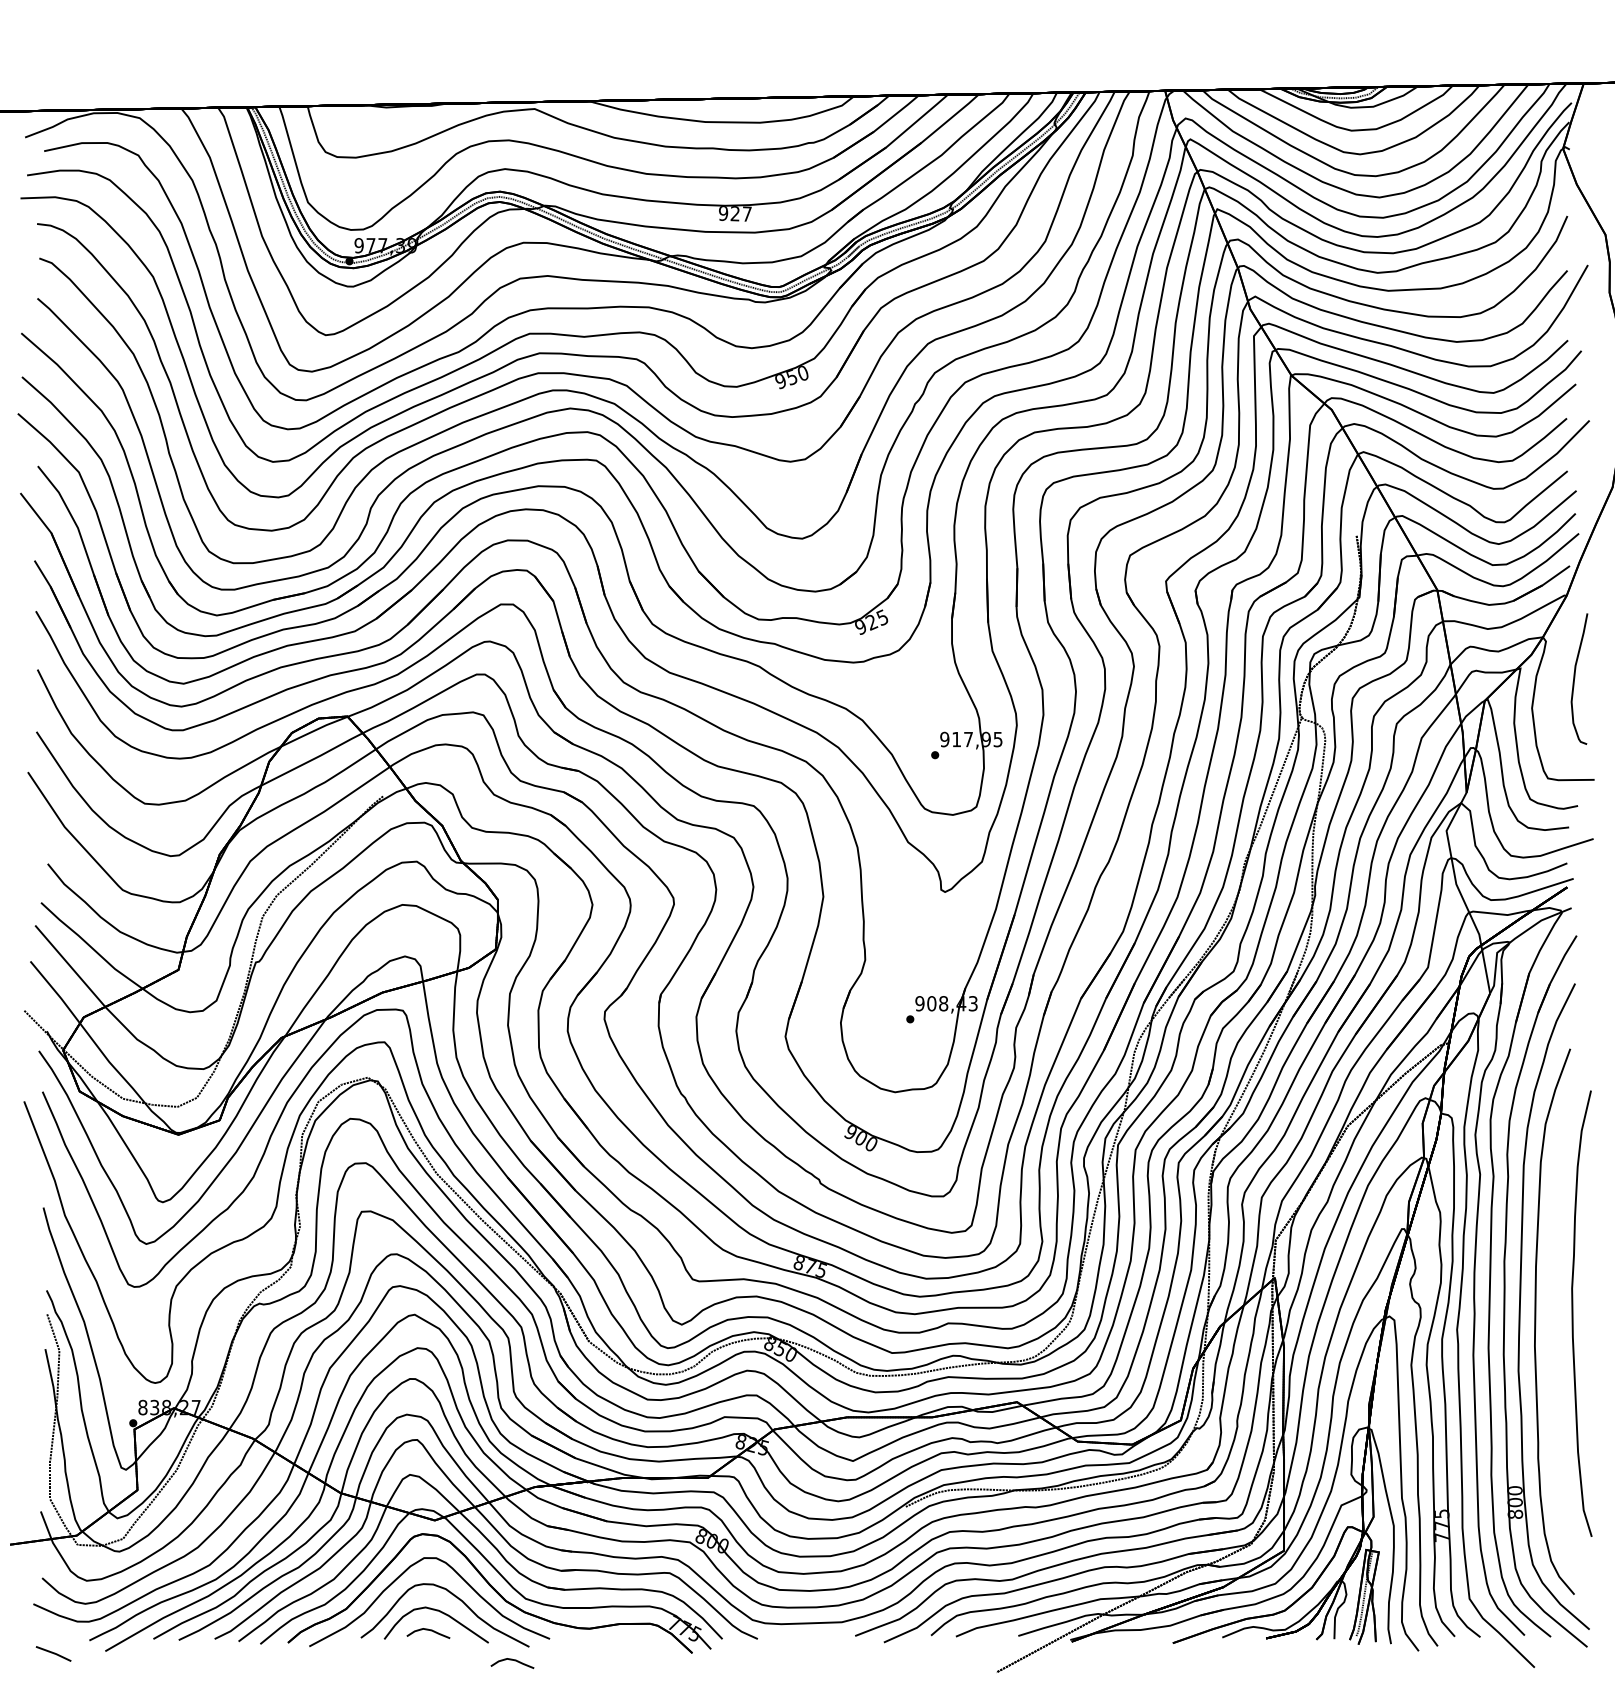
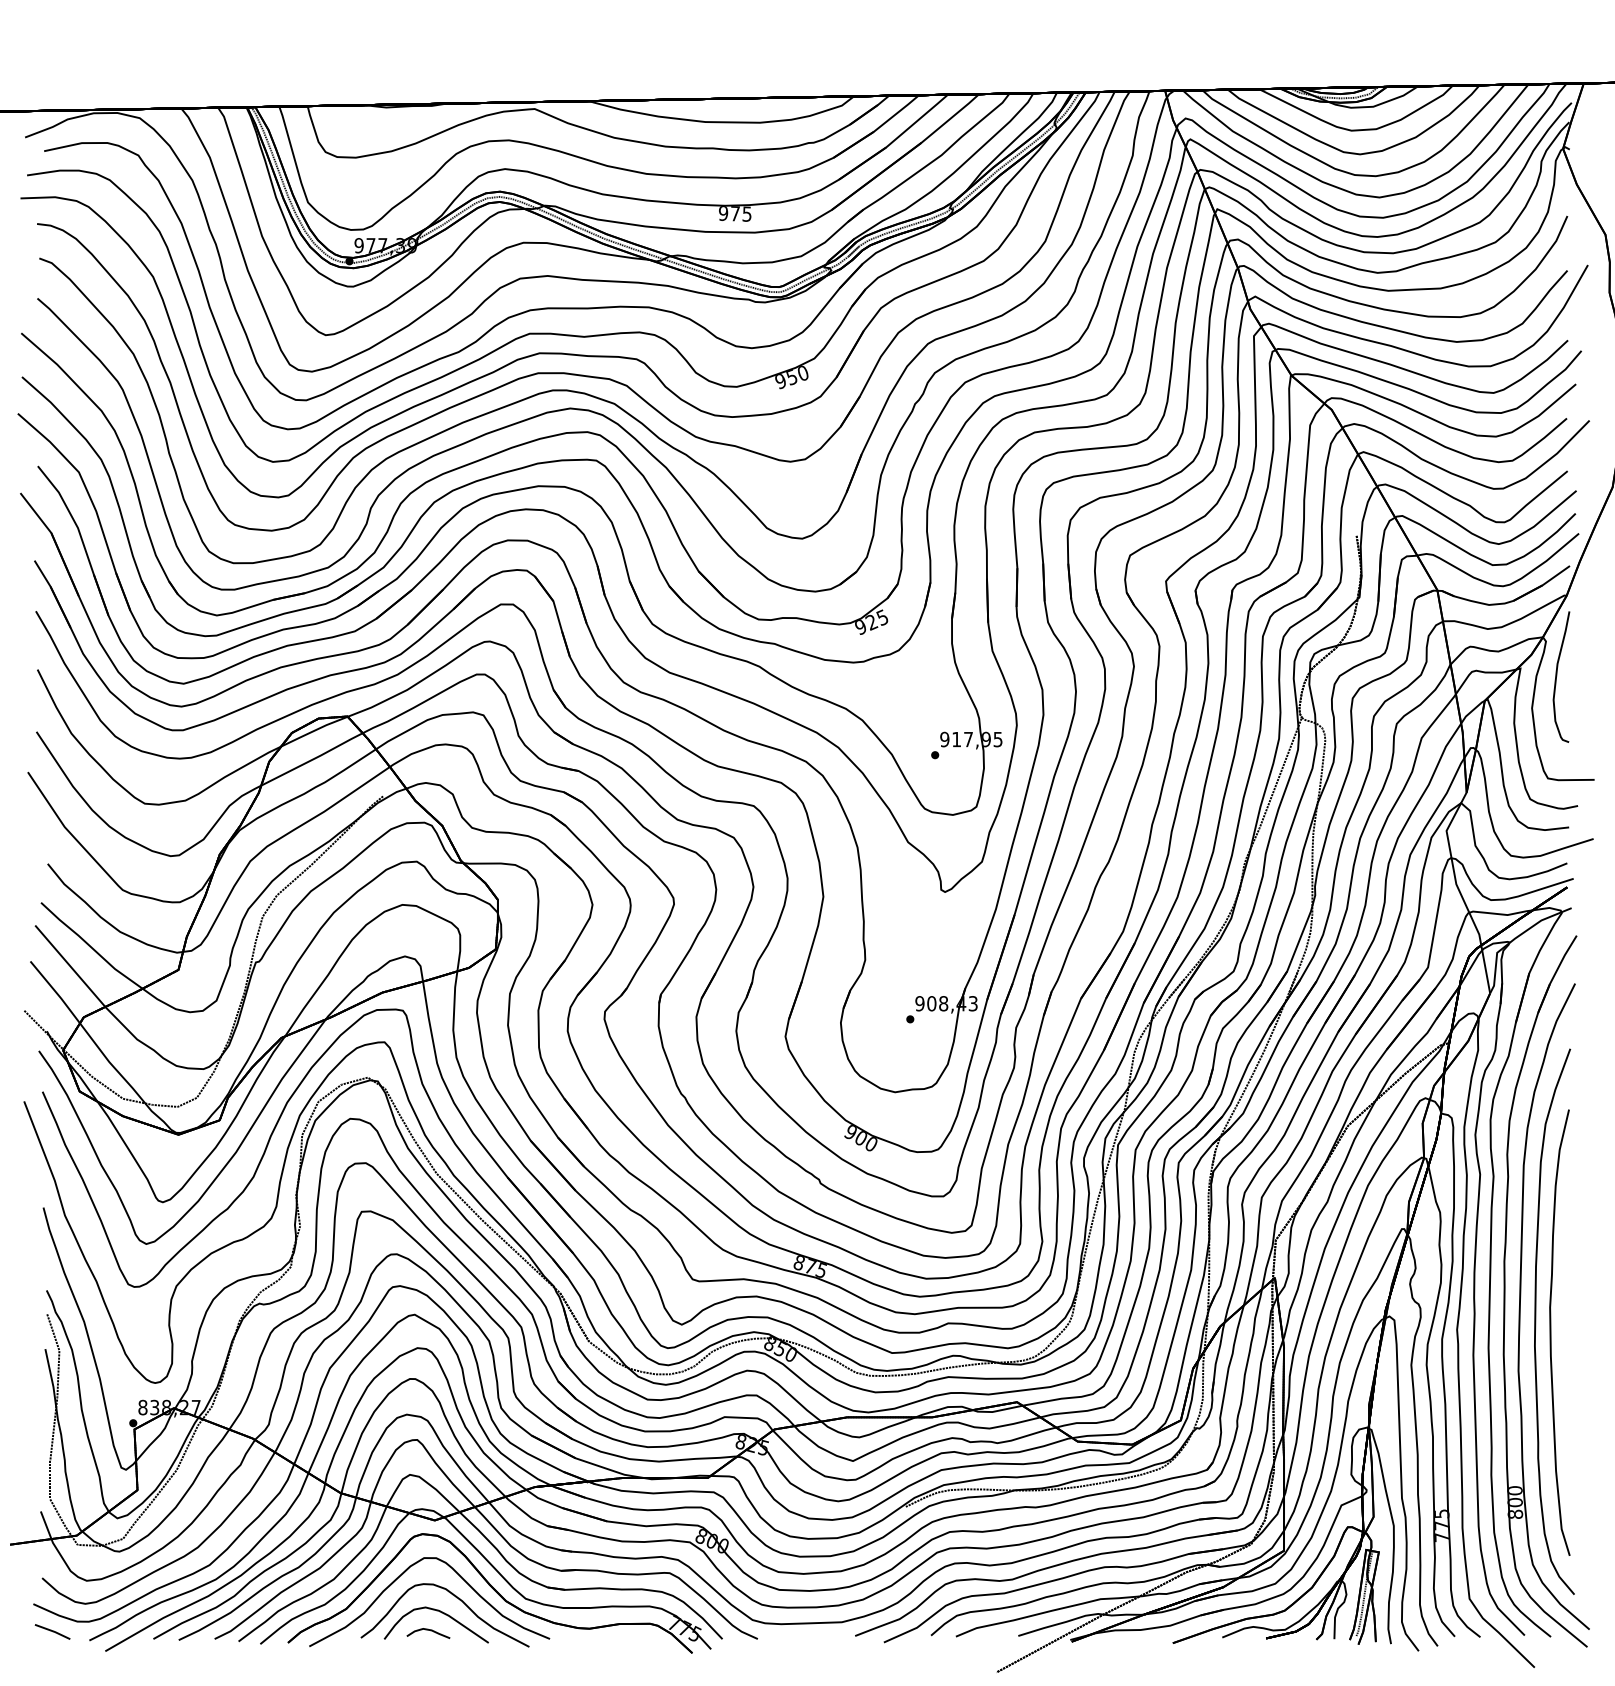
text at (740, 213): 927 -> 975
curve at (1575, 678) position: (1575, 678) -> (1557, 676)
curve at (1573, 1313) position: (1573, 1313) -> (1551, 1332)
line at (53, 1653) position: (53, 1653) -> (52, 1631)
part at (512, 1663): present -> none
